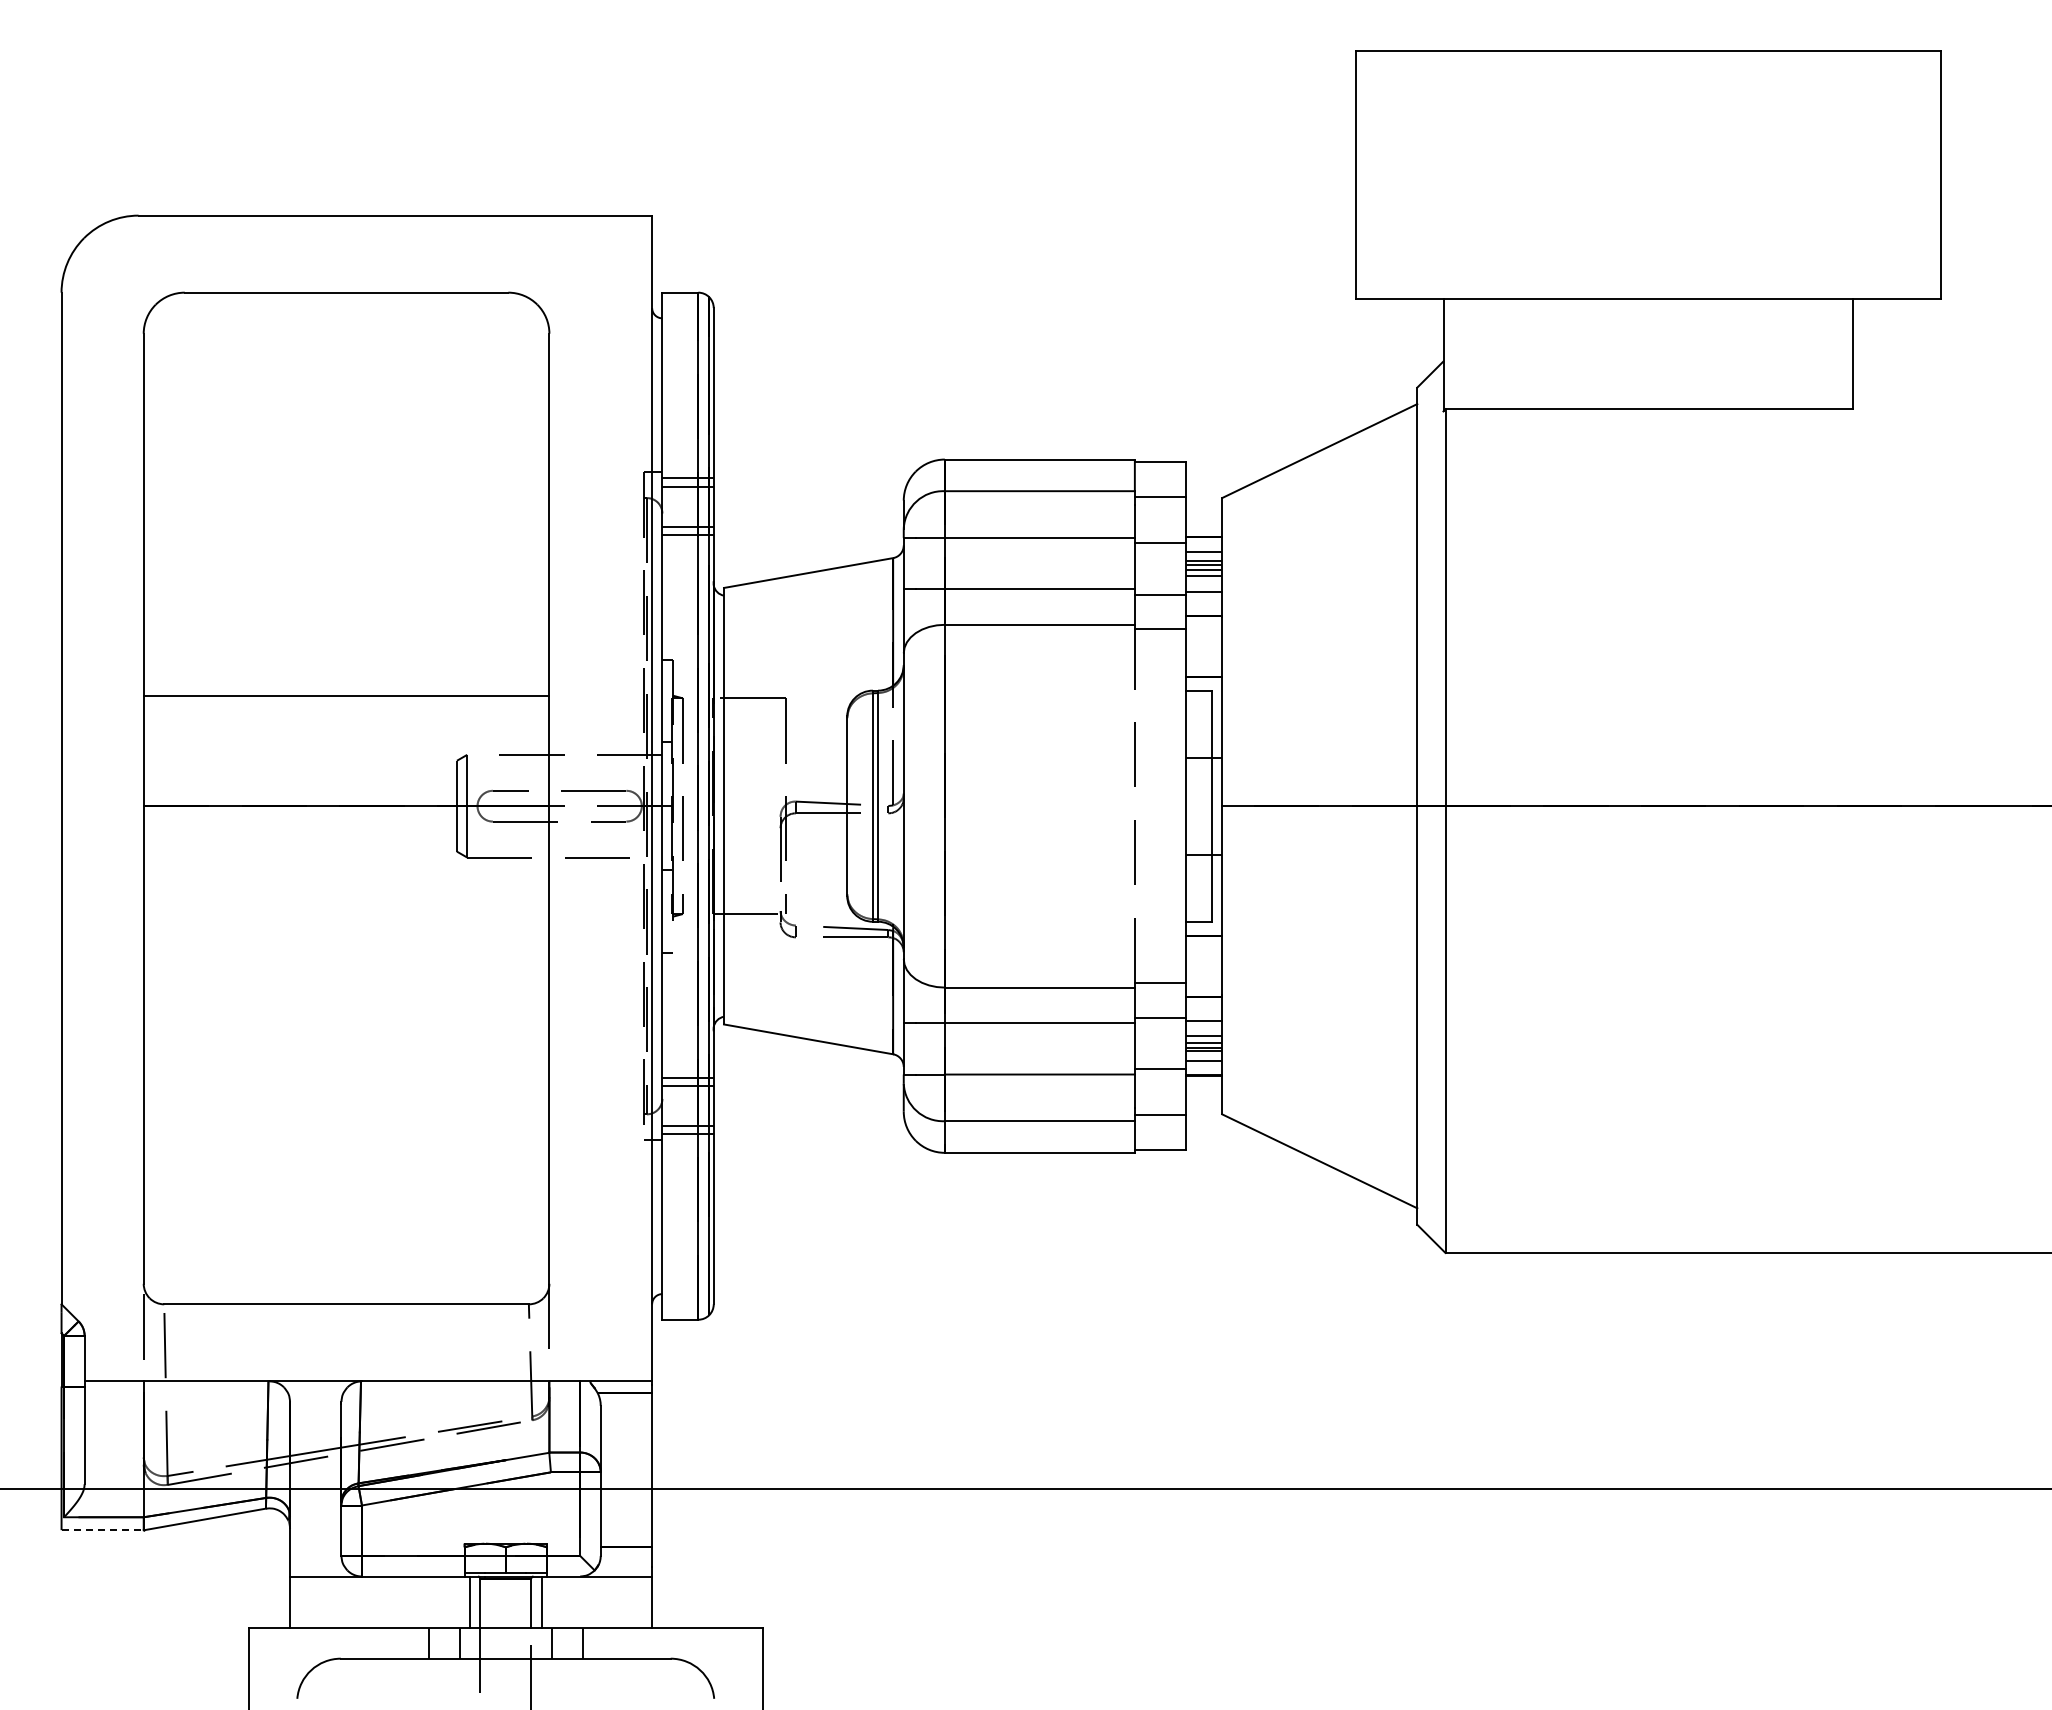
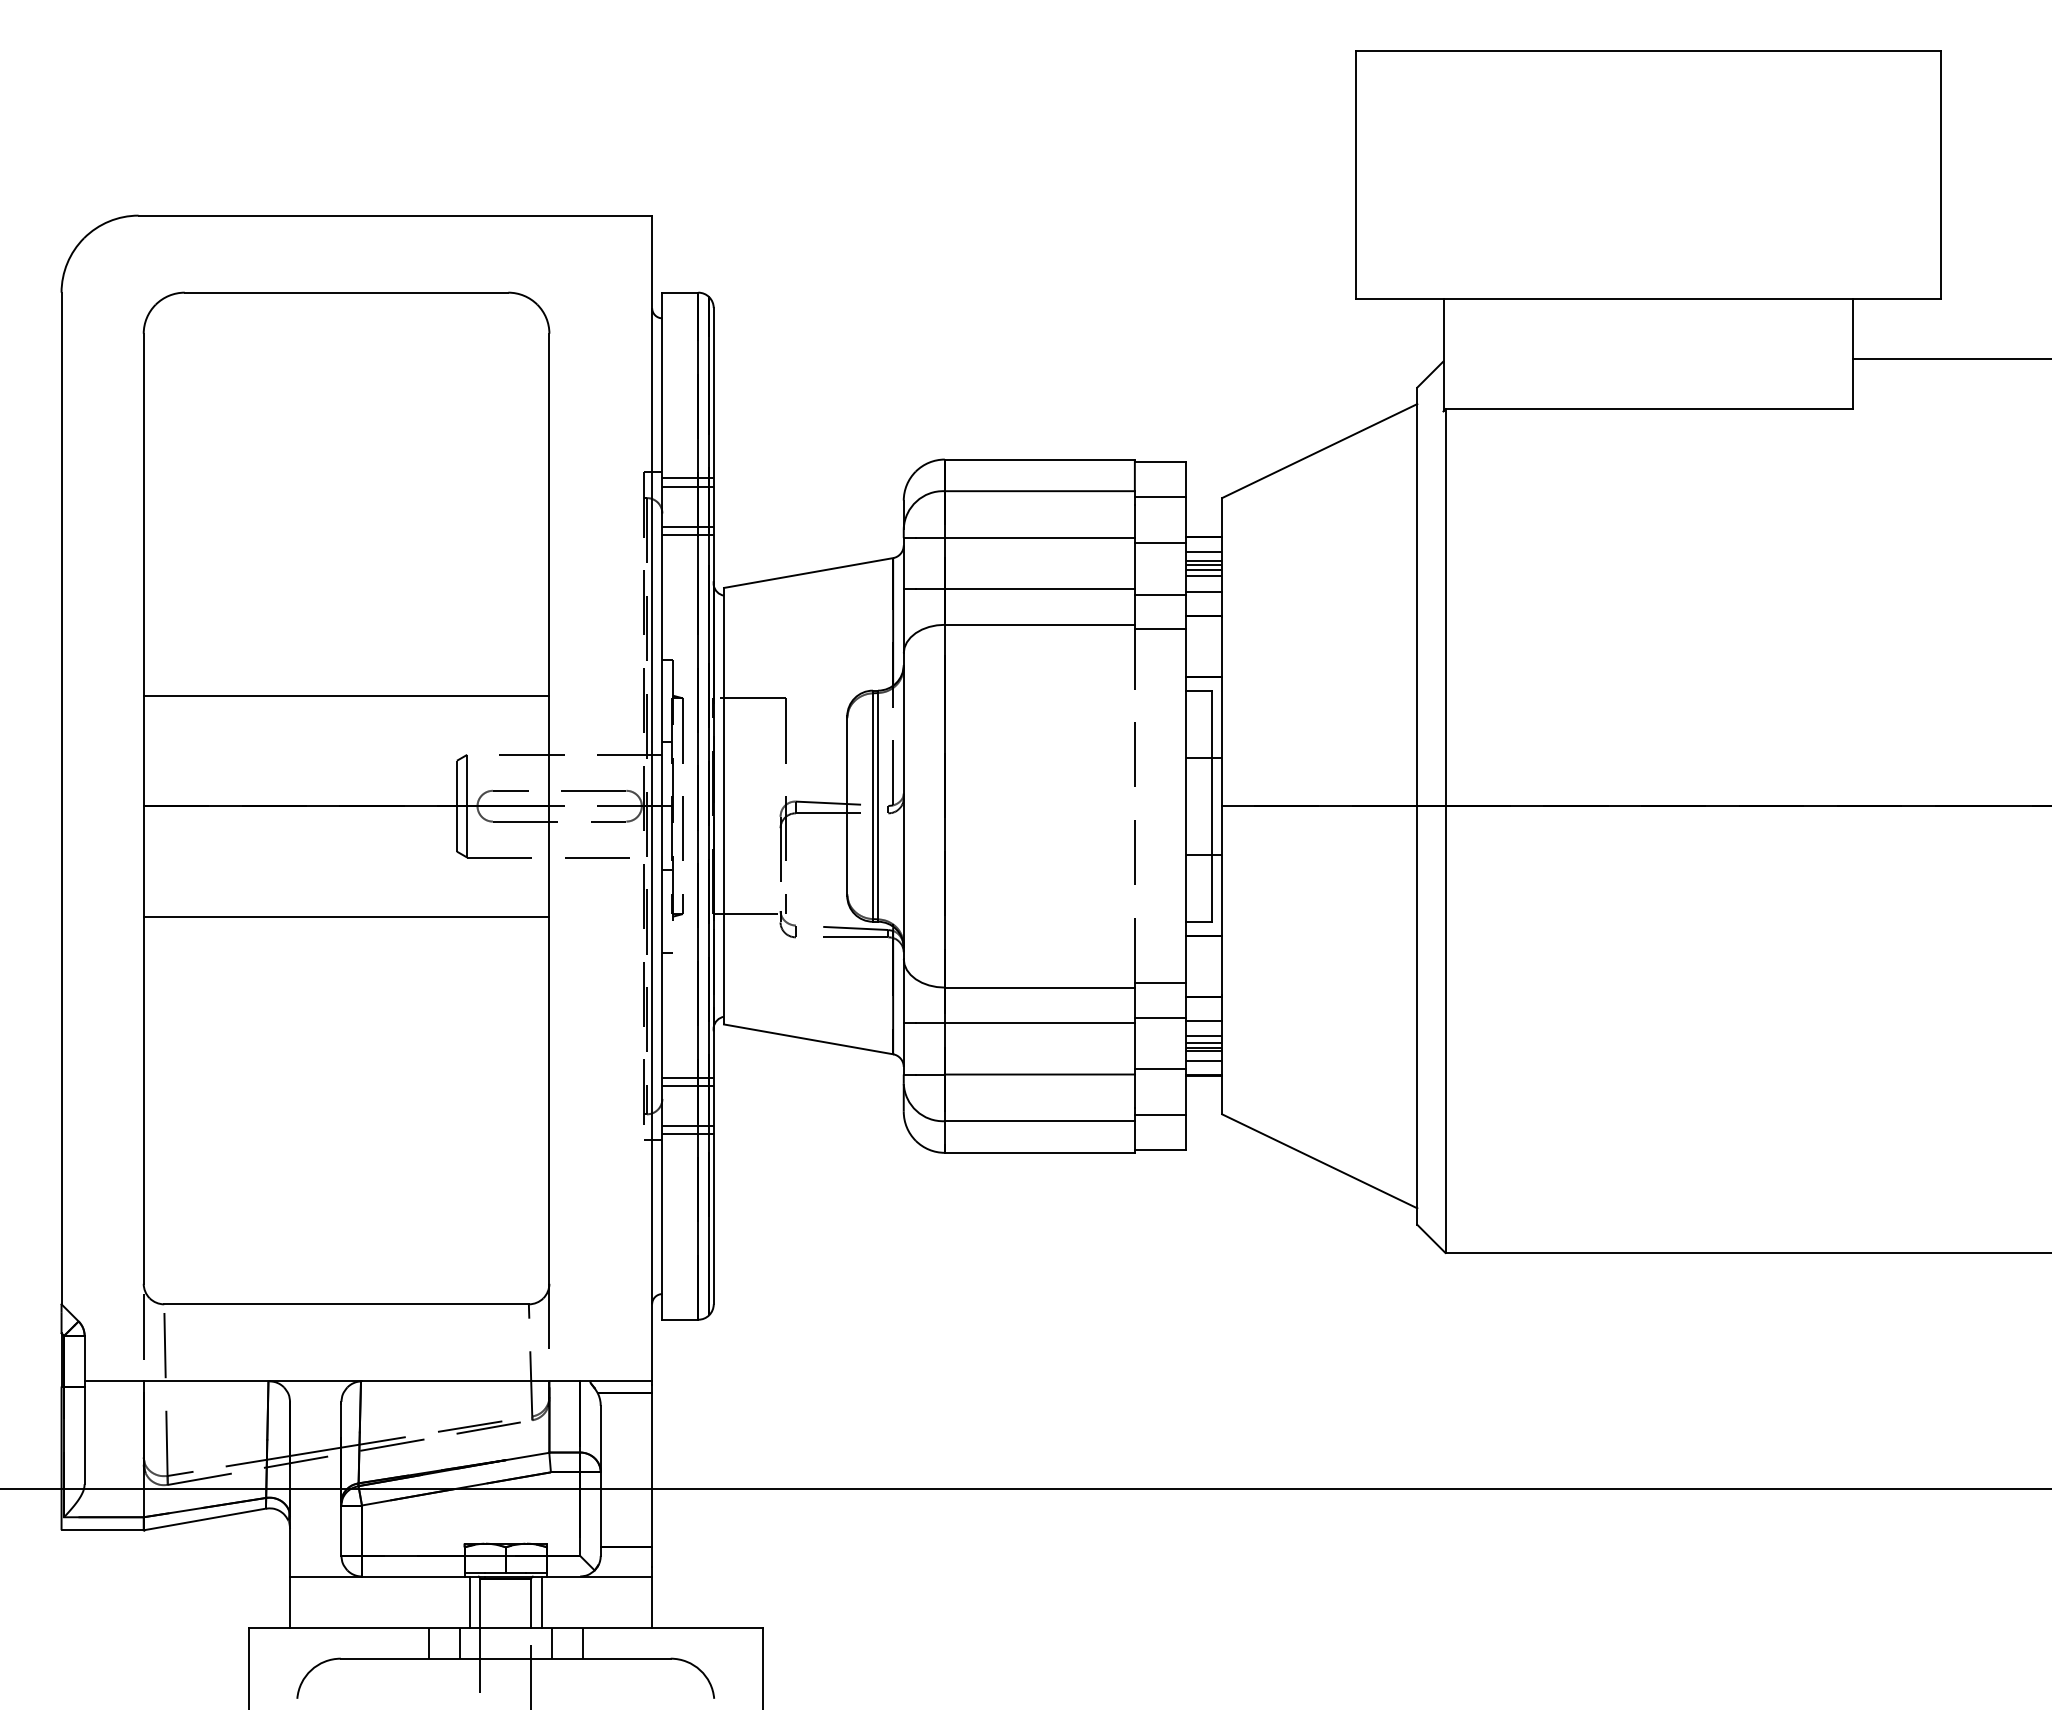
line at (1950, 359): none -> present
line at (346, 916): none -> present
line at (103, 1530): dashed -> solid
